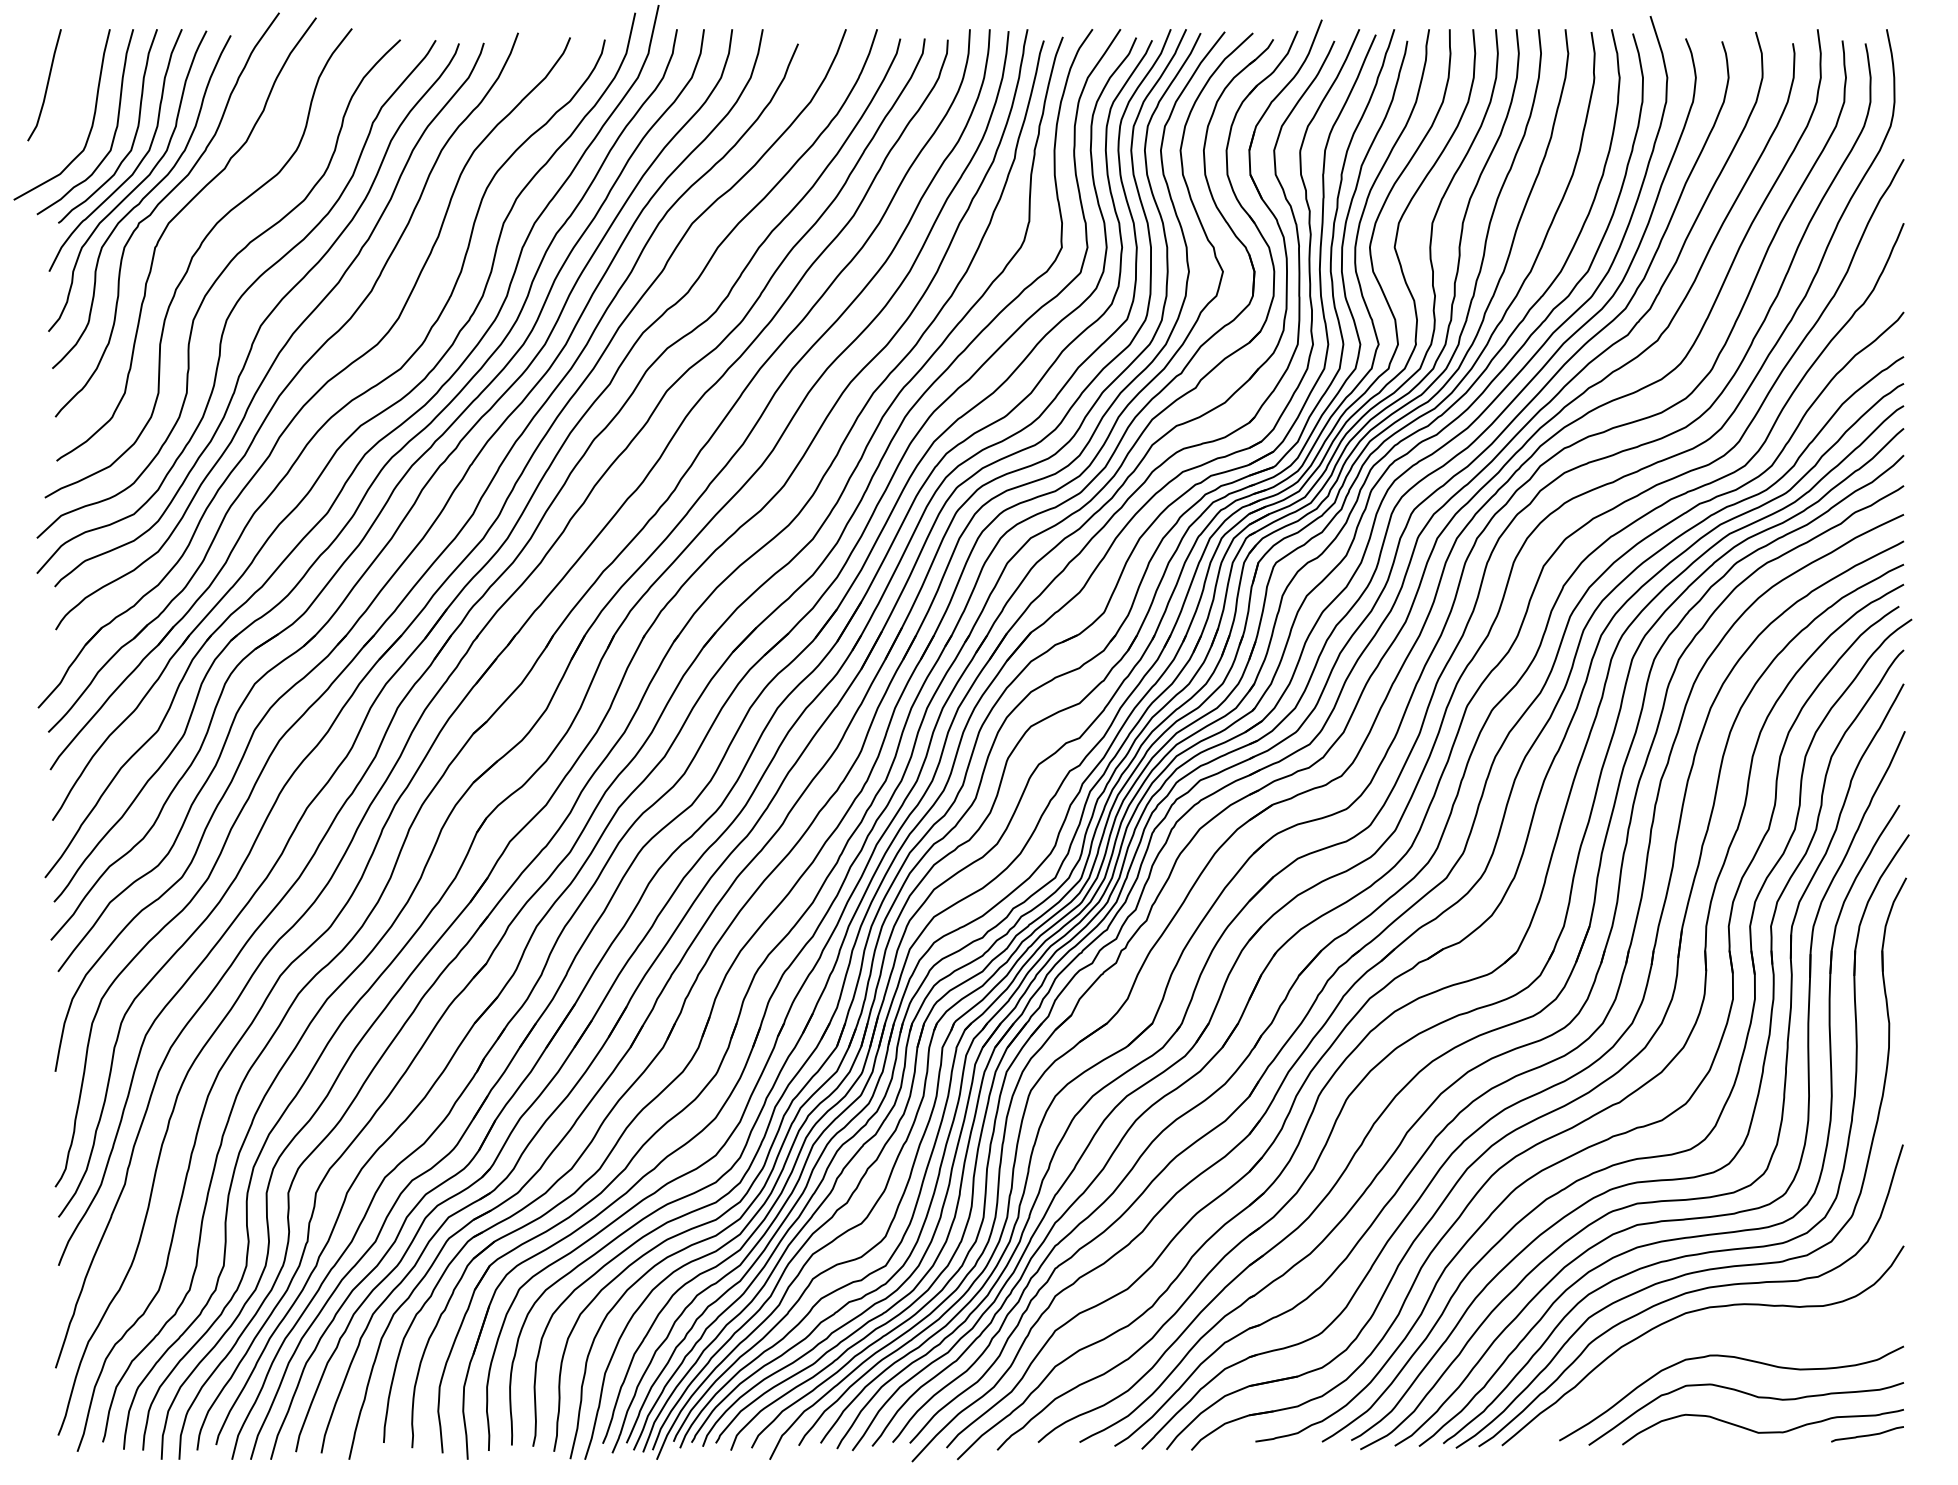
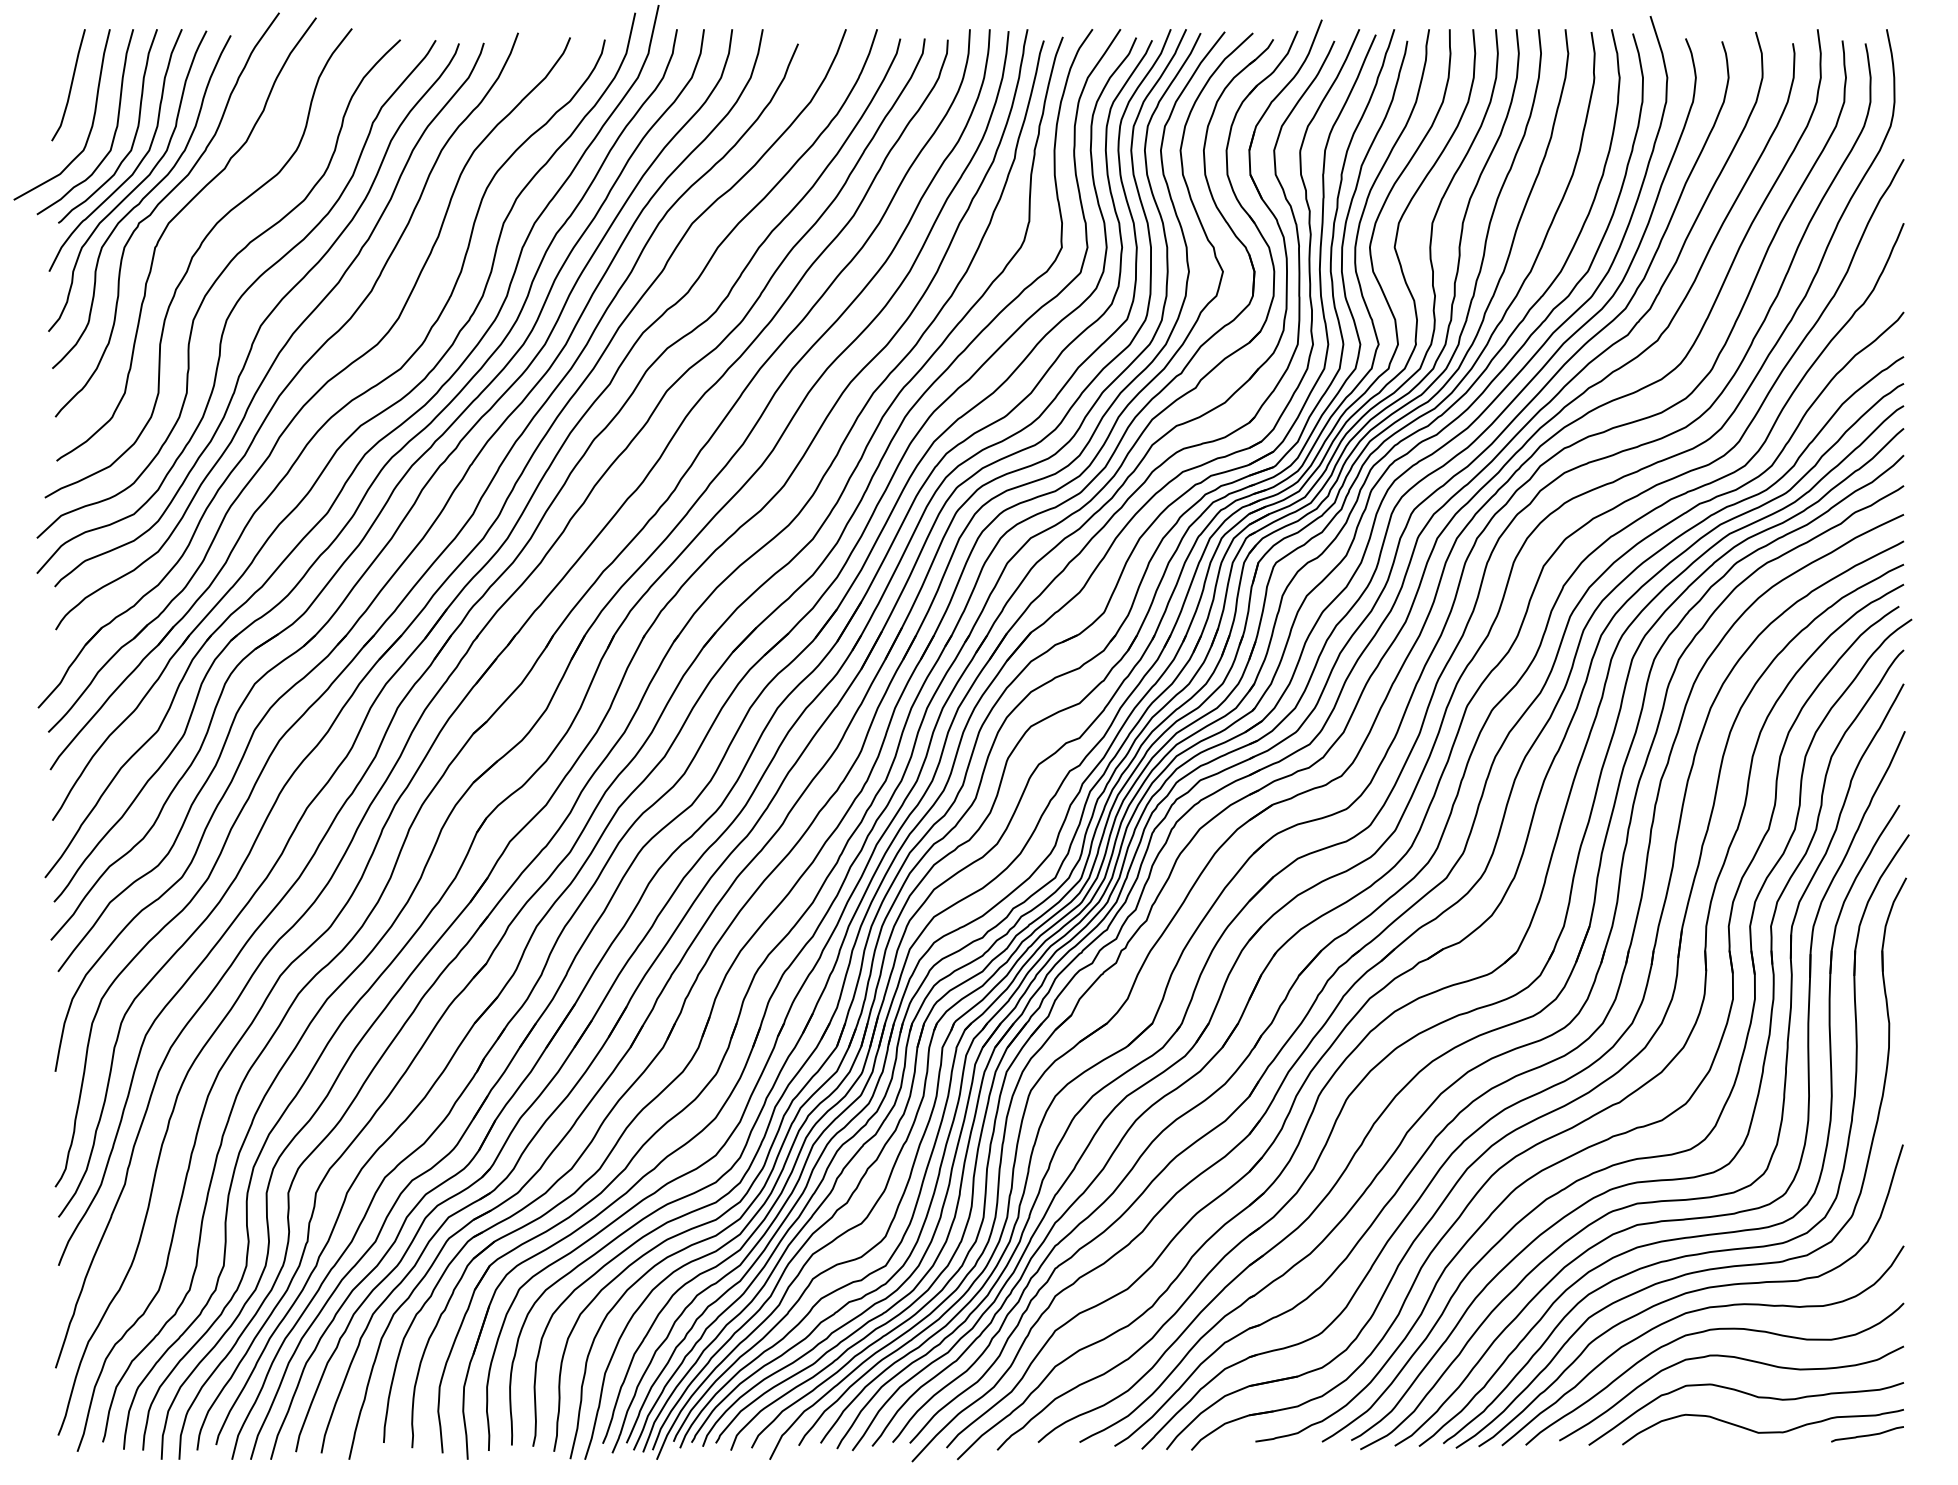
curve at (46, 85) position: (46, 85) -> (70, 85)
curve at (1704, 1332): none -> present
